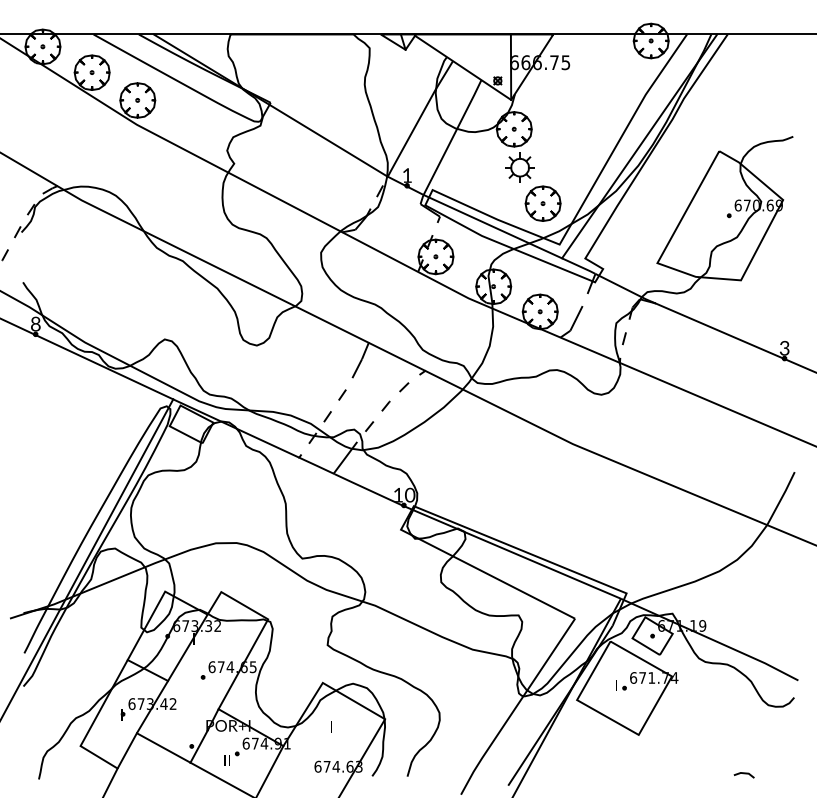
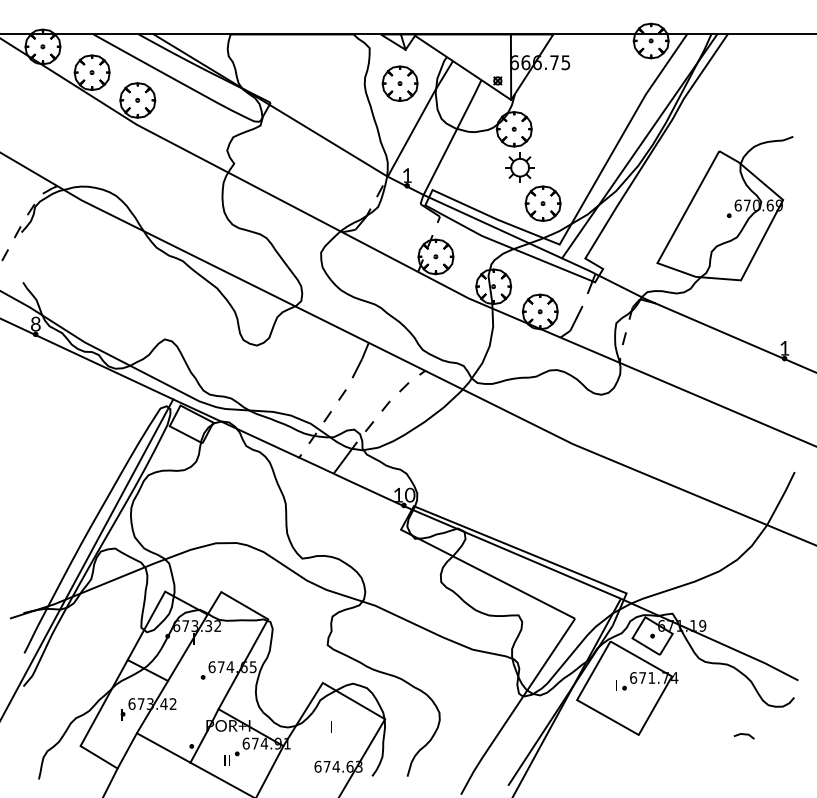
part at (399, 83): none -> present
text at (784, 347): 3 -> 1
line at (743, 774) position: (743, 774) -> (743, 735)
